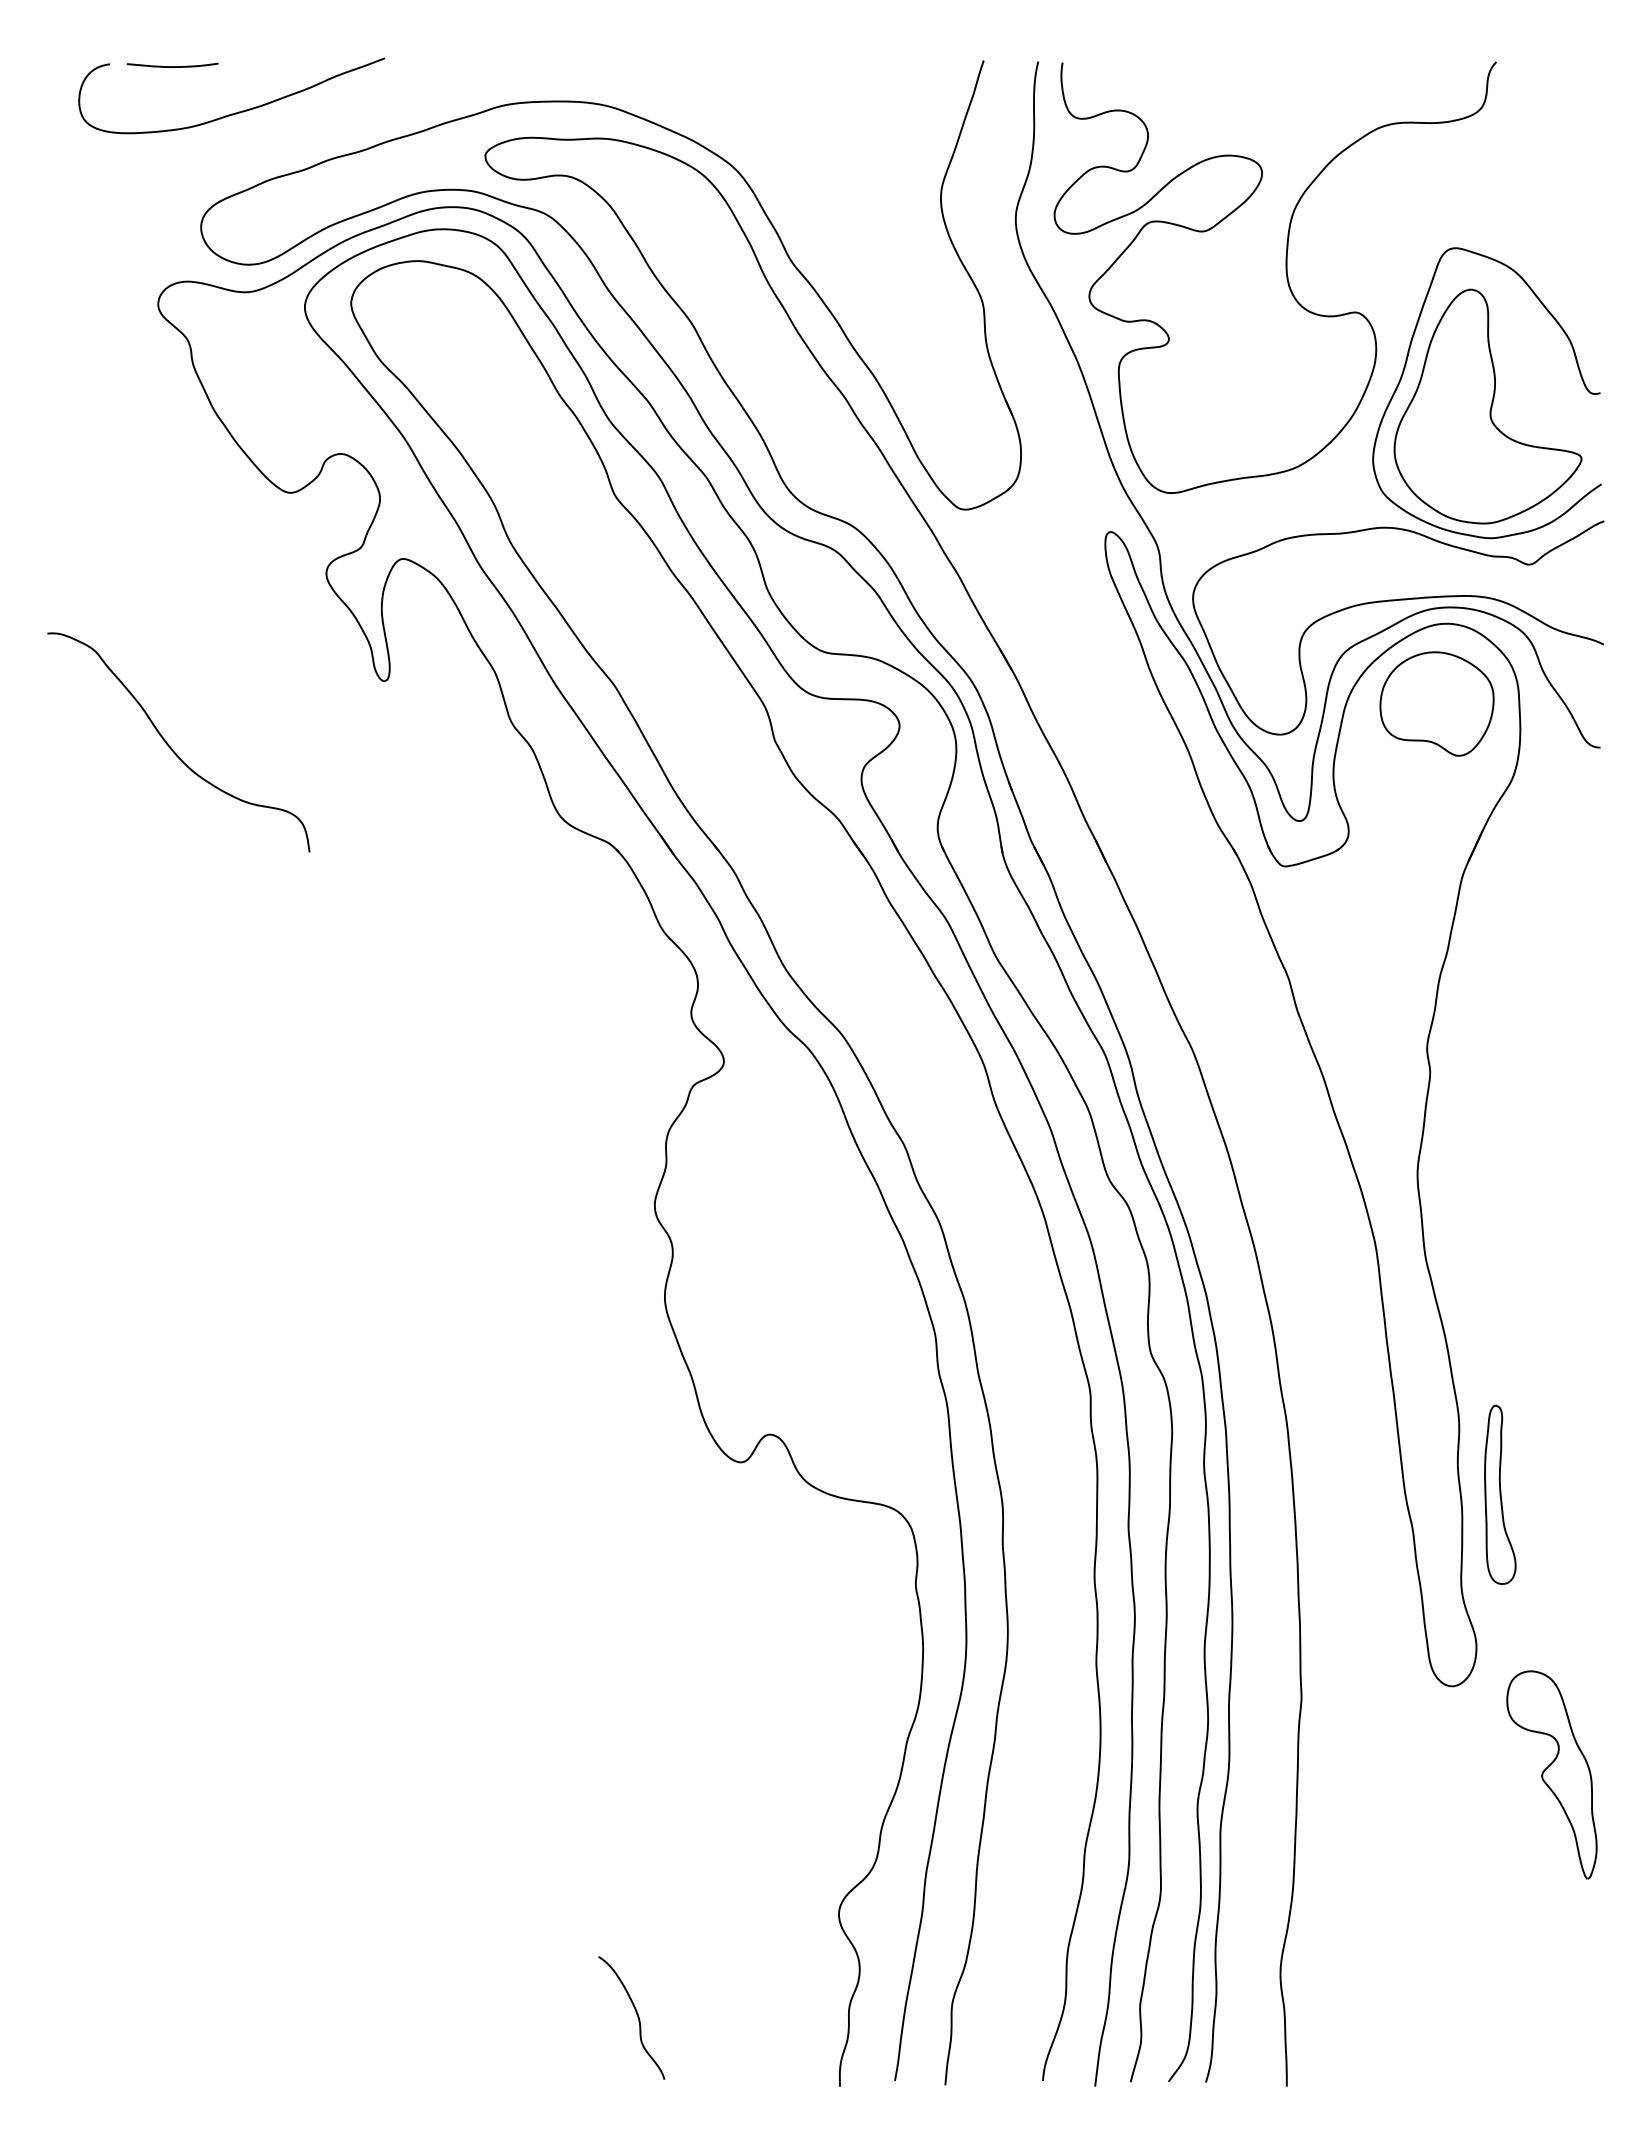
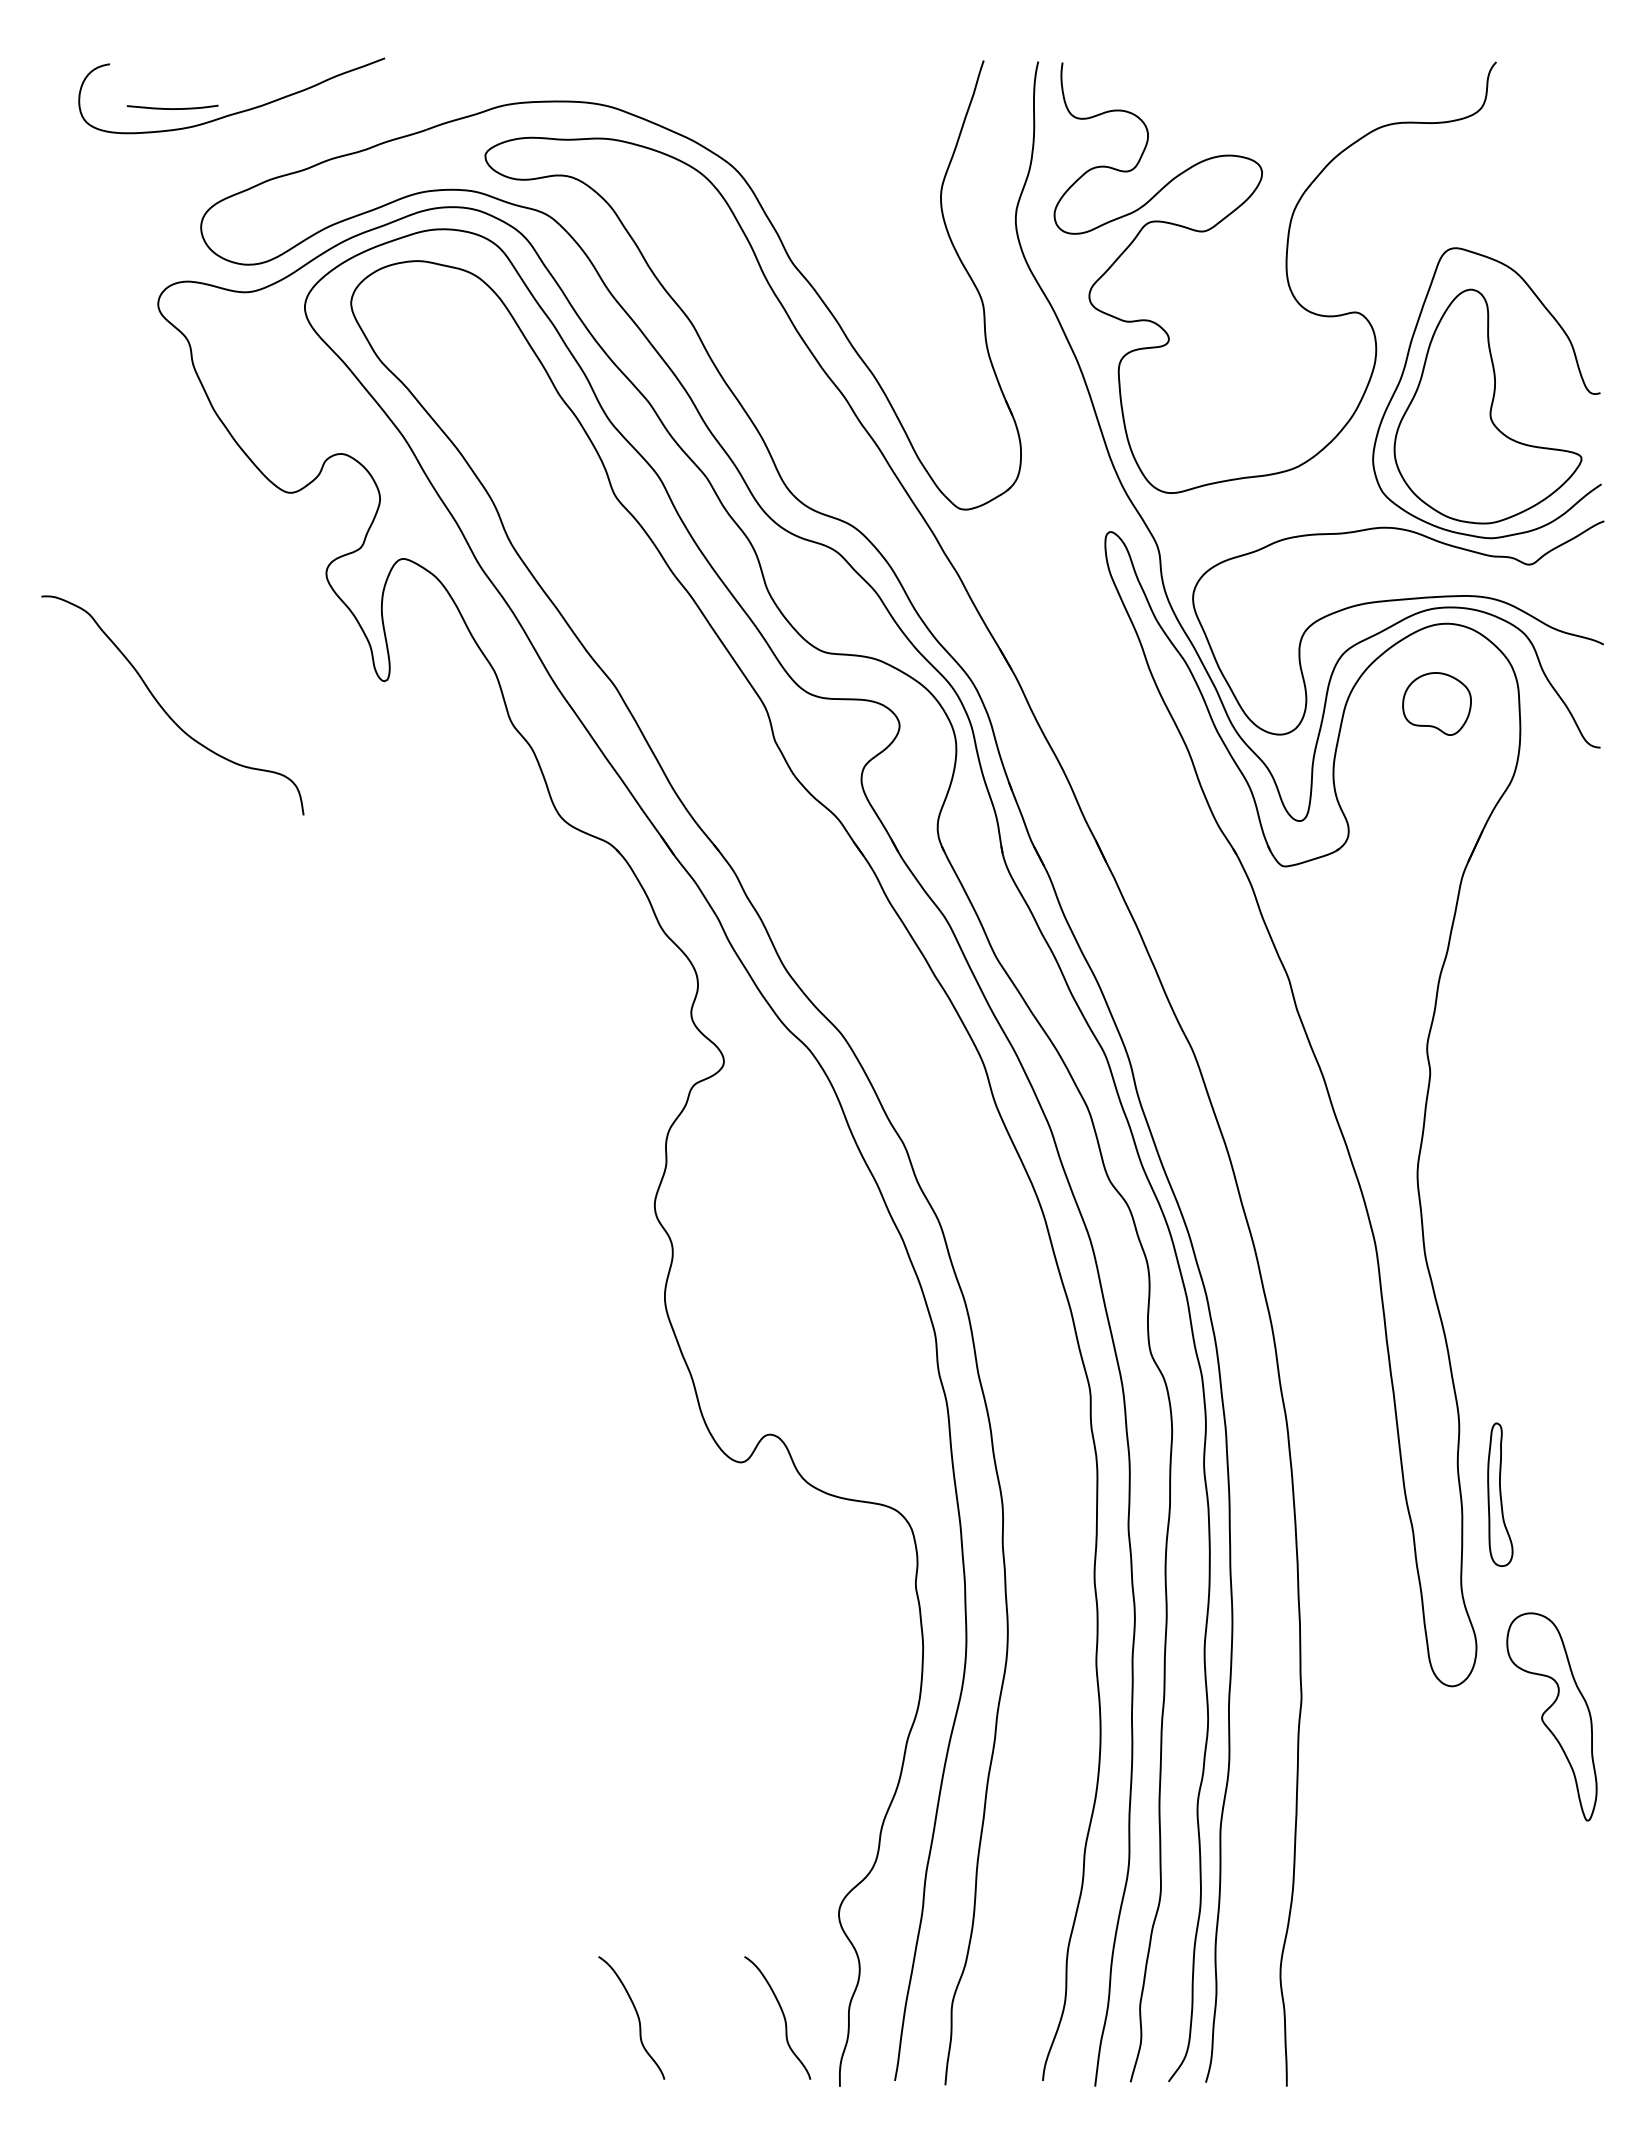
curve at (172, 66) position: (172, 66) -> (172, 108)
part at (1436, 703) size: 116x106 px -> 70x64 px
curve at (172, 748) position: (172, 748) -> (166, 711)
part at (1500, 1494) size: 33x181 px -> 27x145 px
part at (1551, 1774) position: (1551, 1774) -> (1551, 1716)
curve at (782, 2014): none -> present
